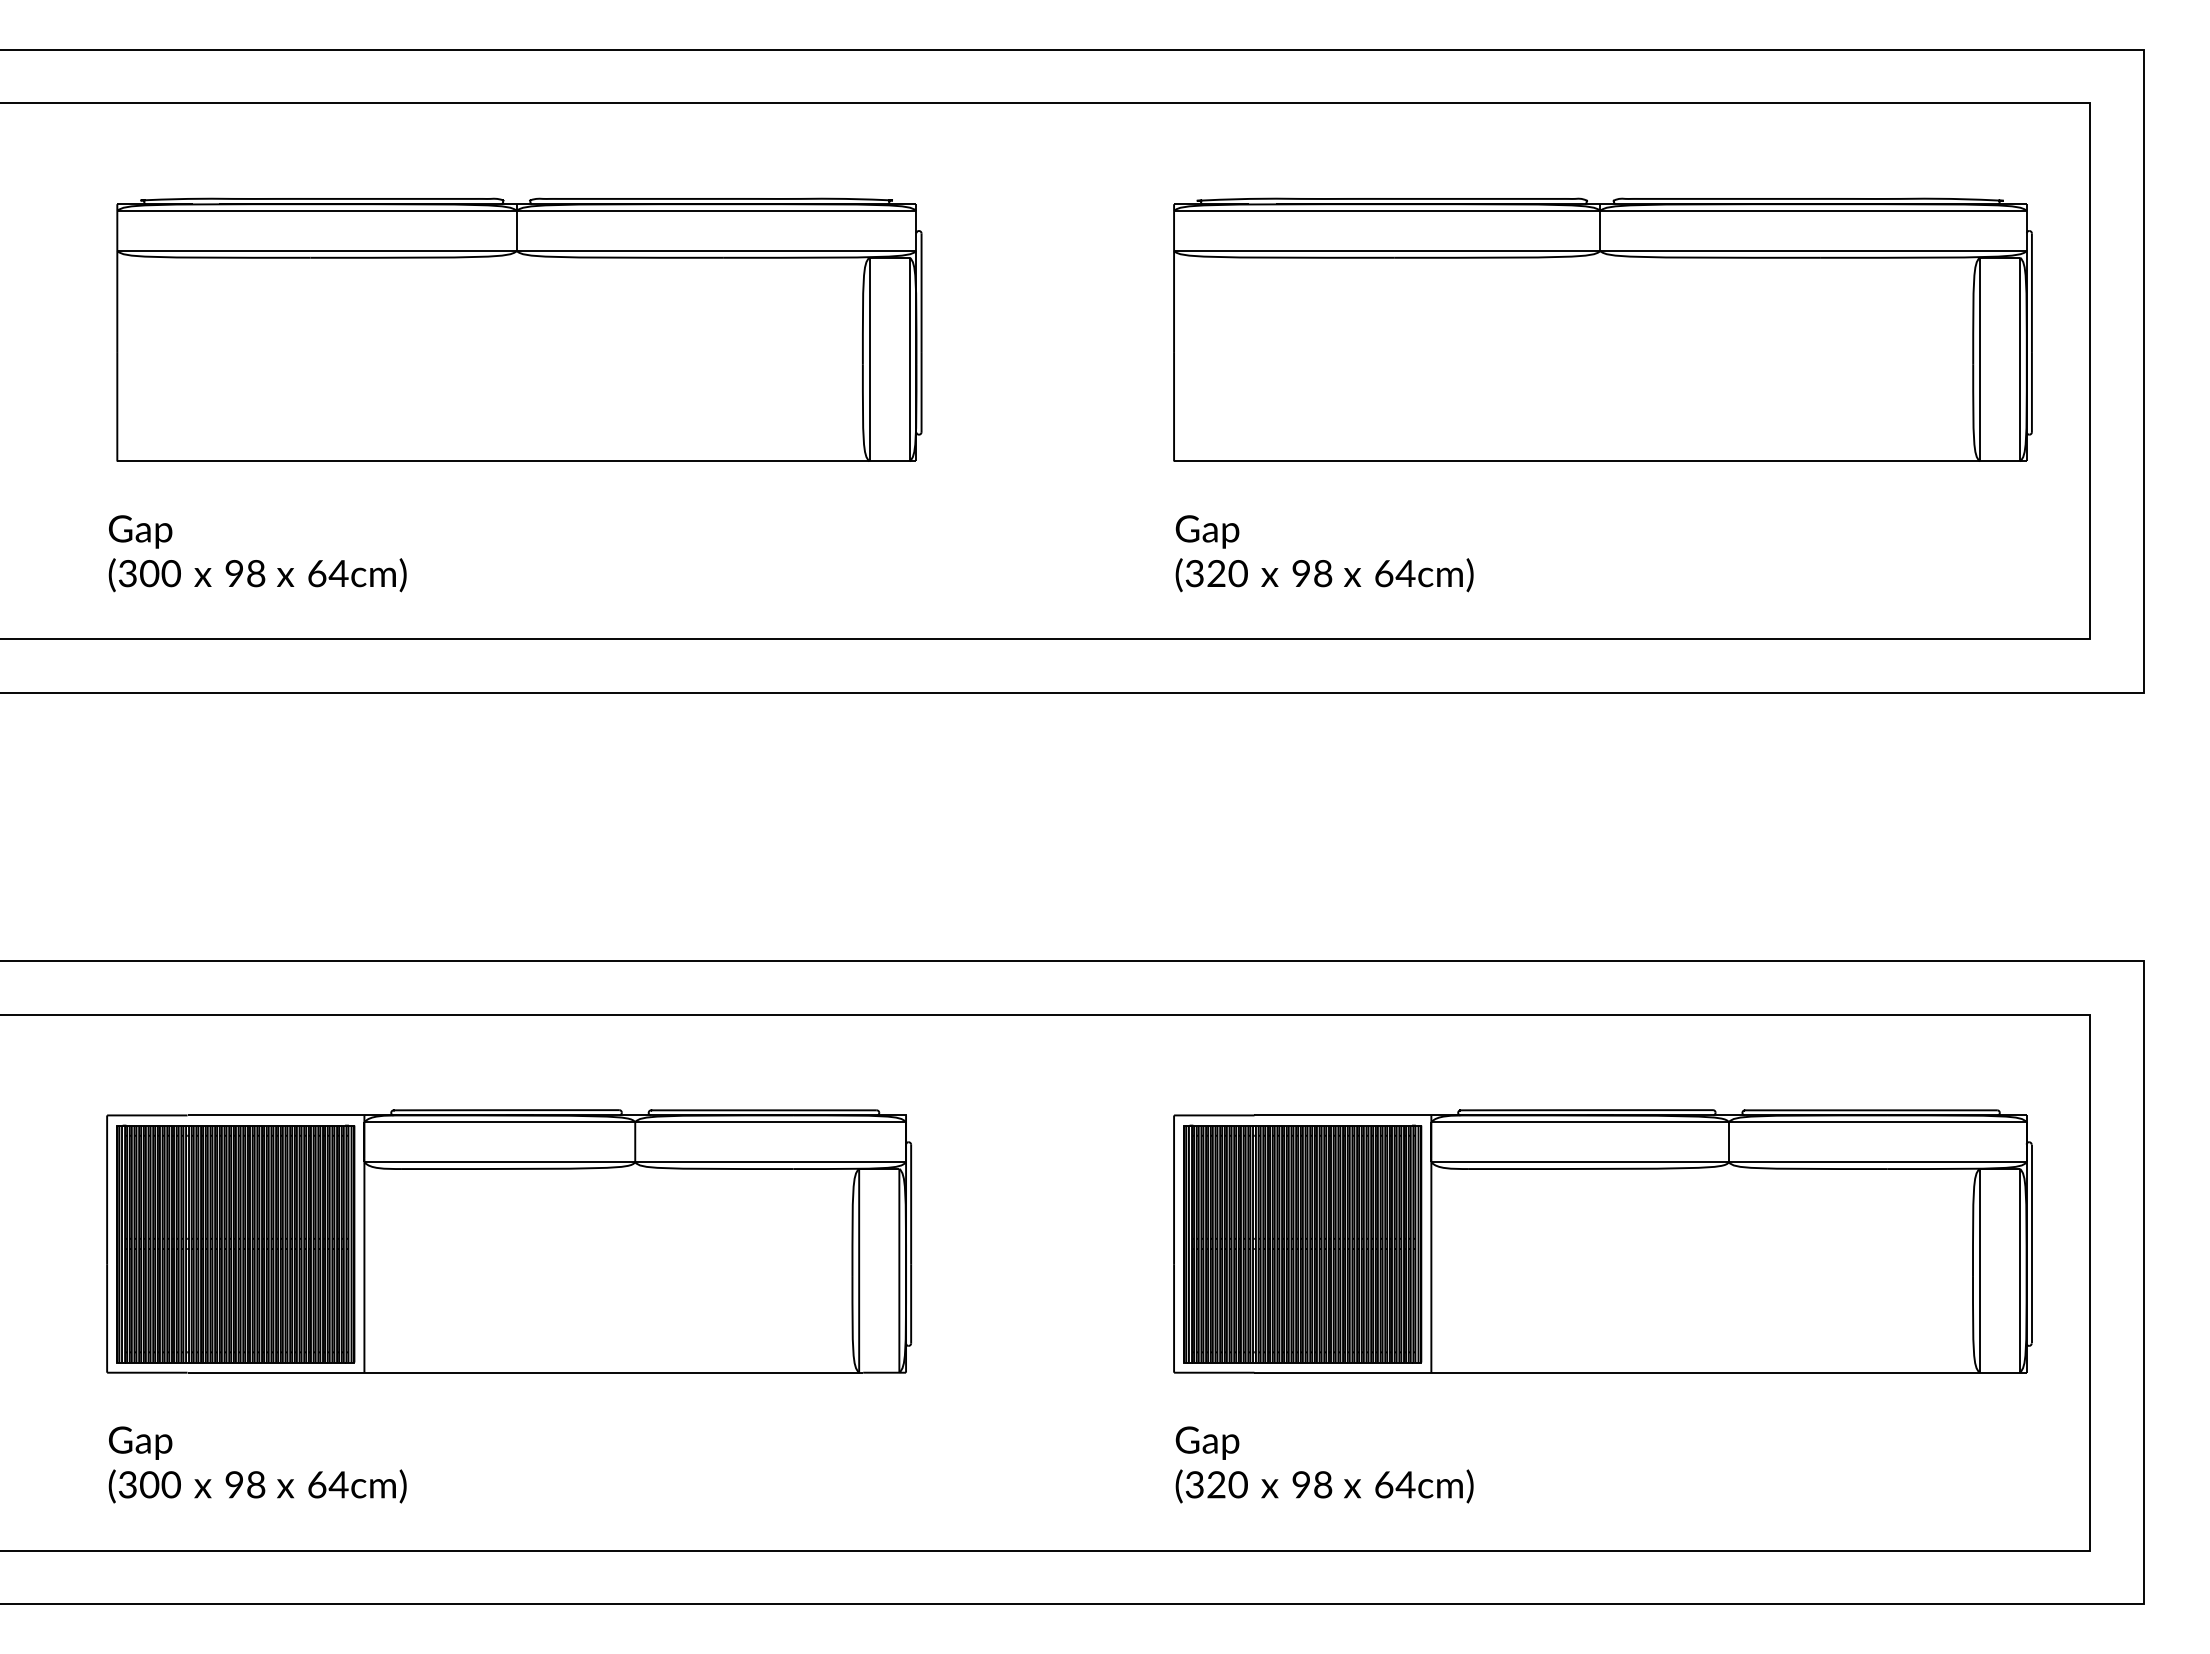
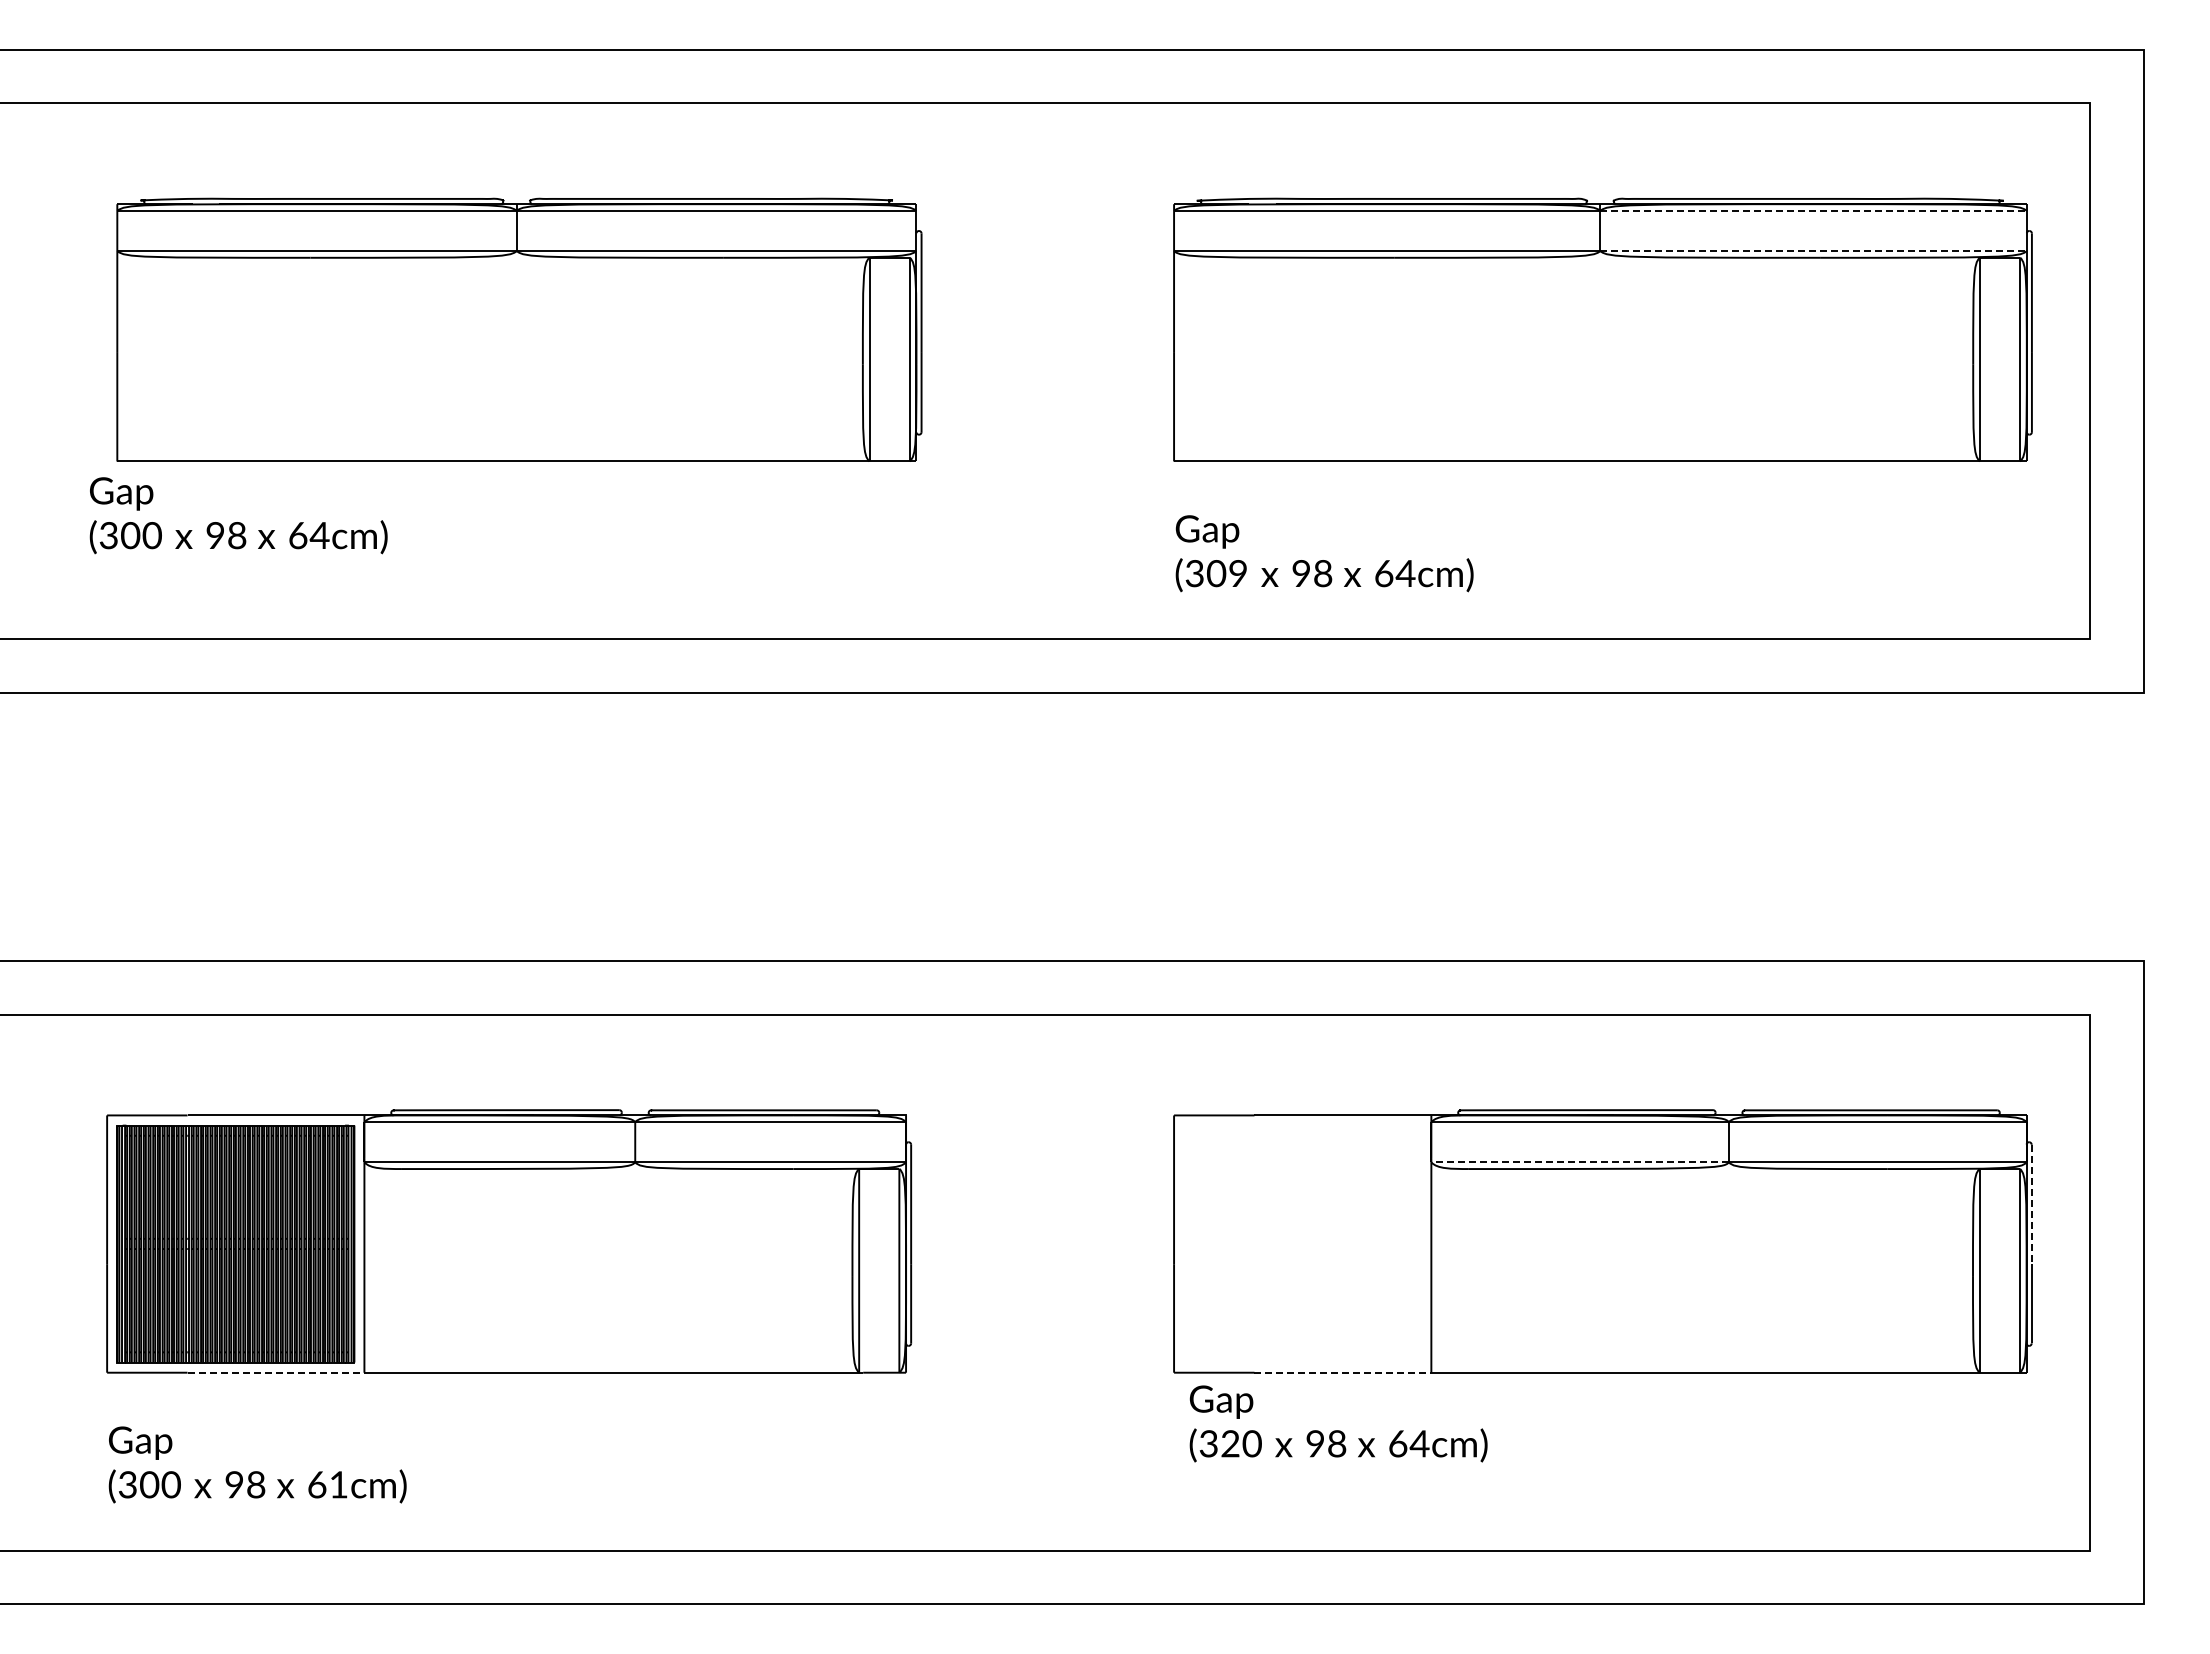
line at (1814, 210): solid -> dashed
line at (1814, 251): solid -> dashed
text at (257, 553) position: (257, 553) -> (238, 515)
text at (1226, 573): (320 -> (309
line at (1580, 1162): solid -> dashed
line at (2031, 1204): solid -> dashed
part at (1302, 1243): present -> none
line at (276, 1372): solid -> dashed
line at (1343, 1372): solid -> dashed
text at (1324, 1464) position: (1324, 1464) -> (1338, 1423)
text at (338, 1484): 64cm) -> 61cm)
